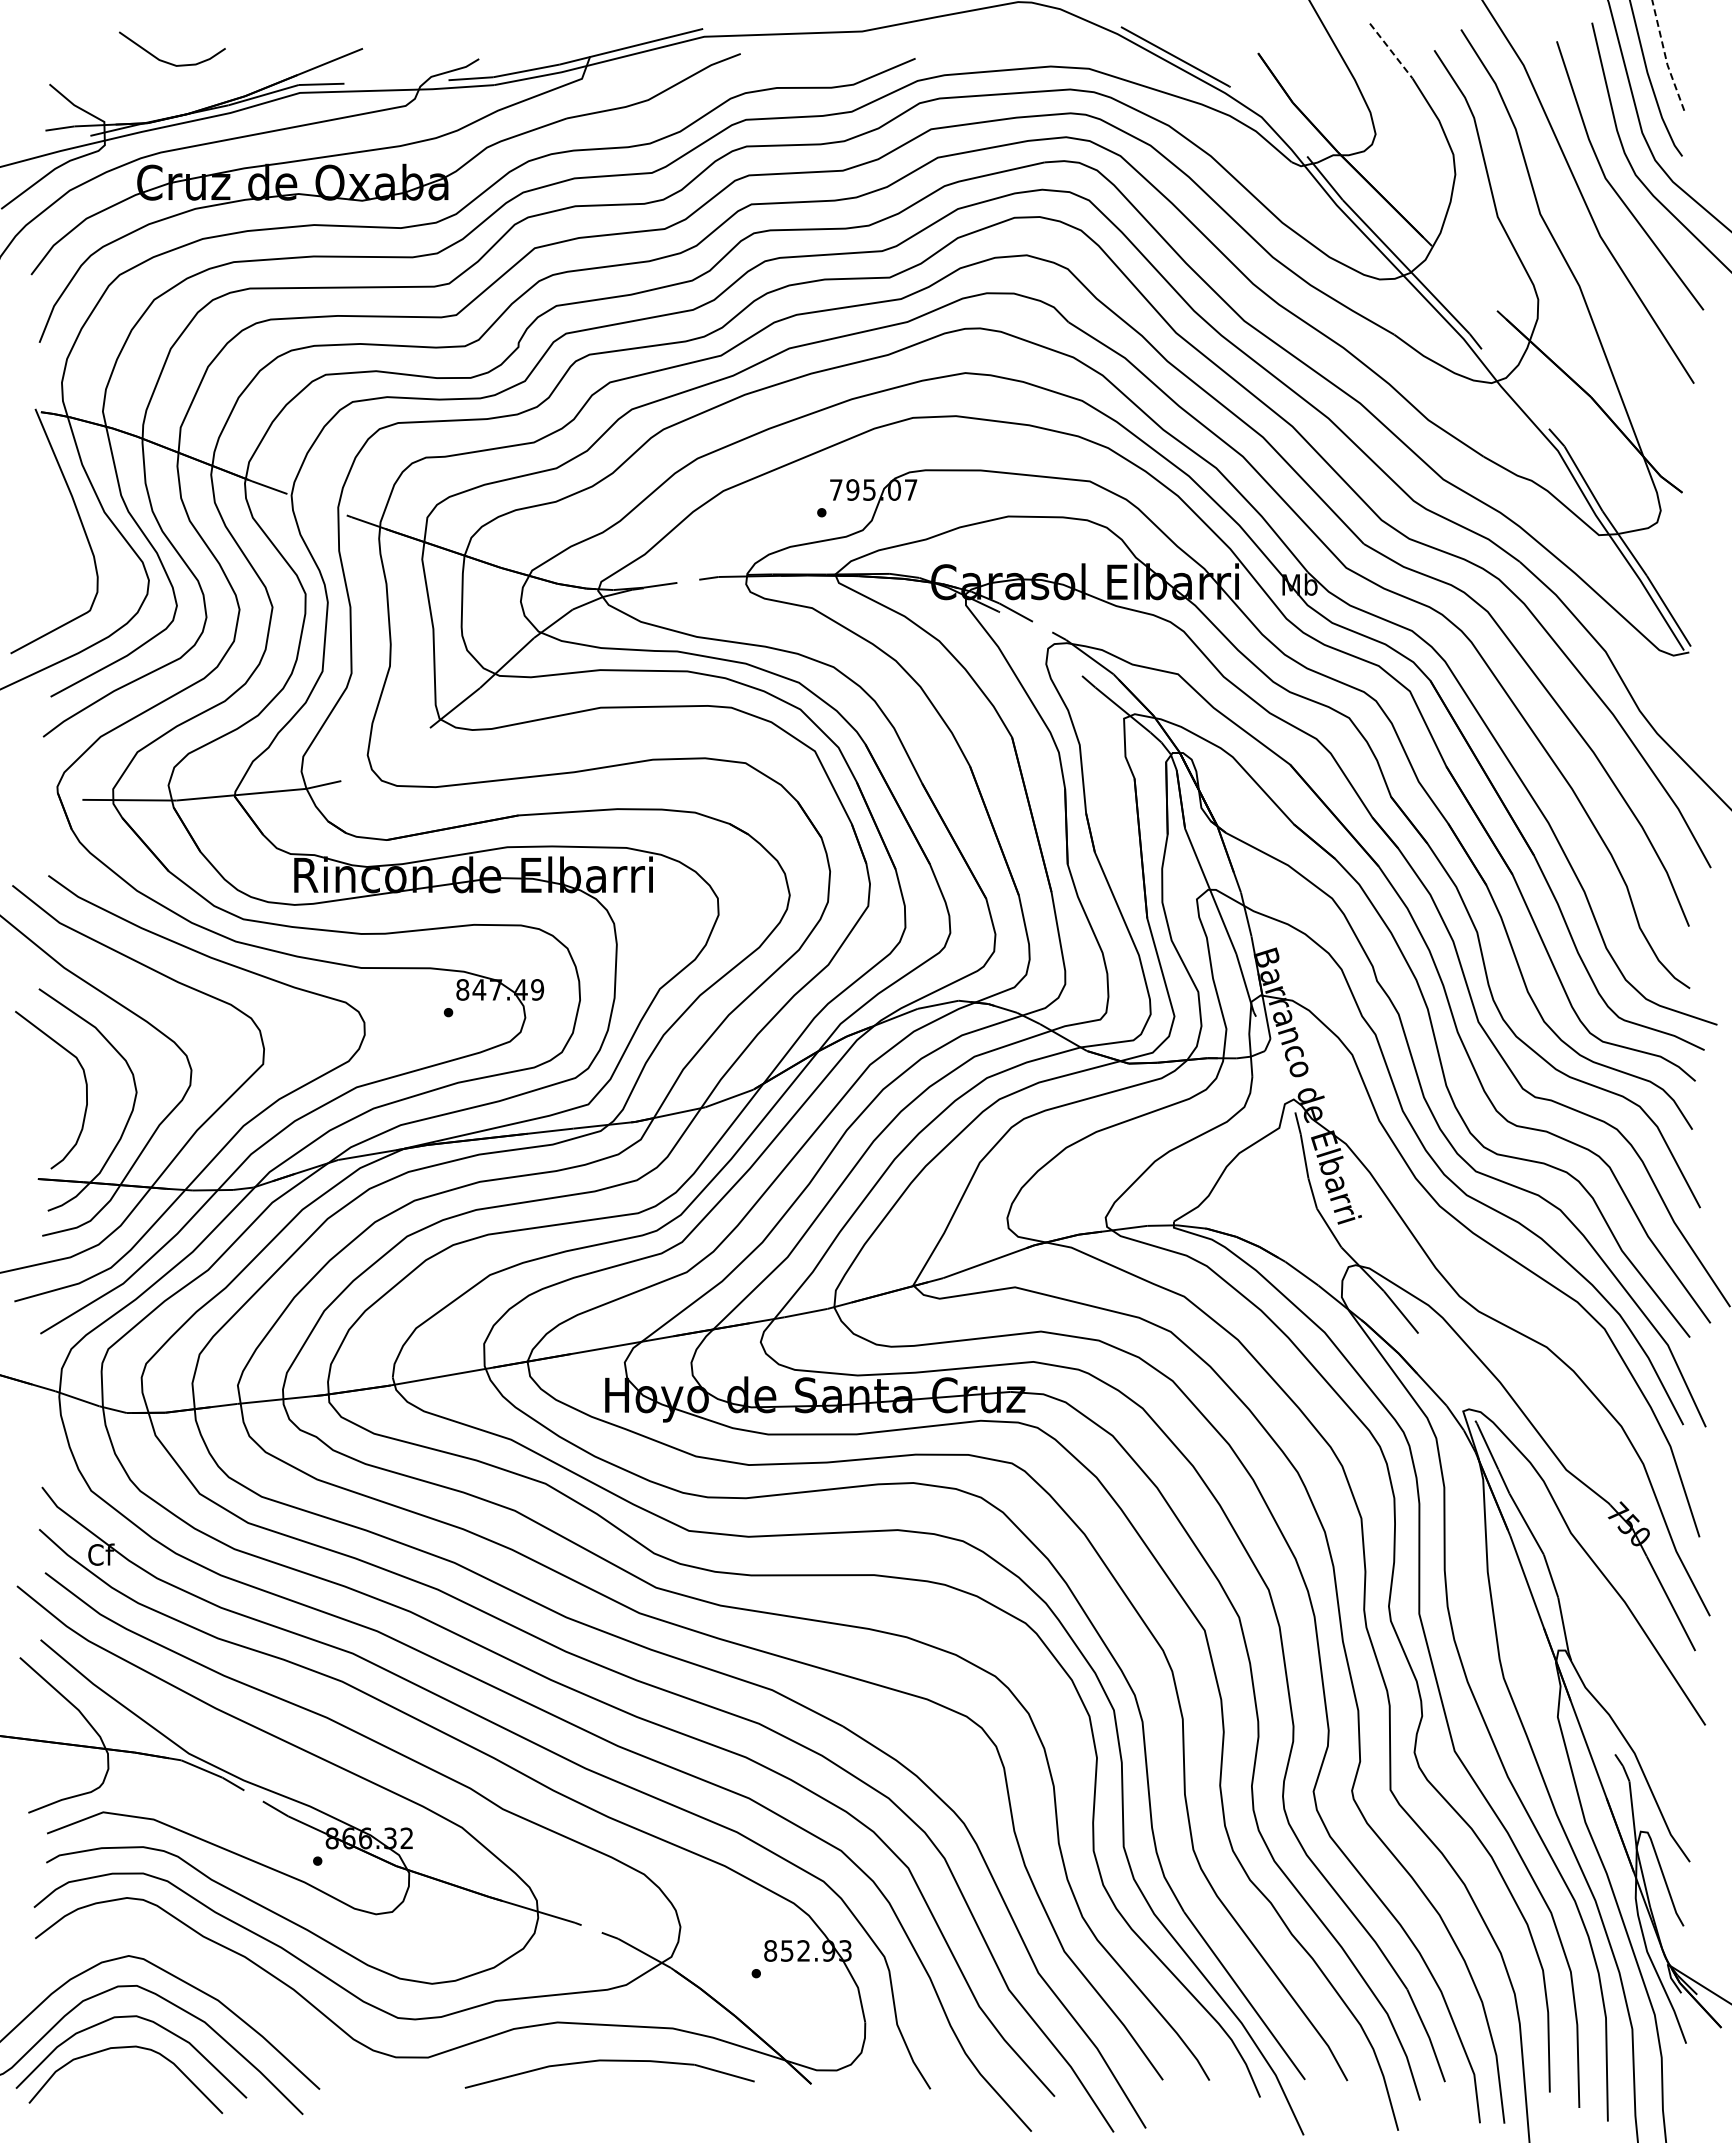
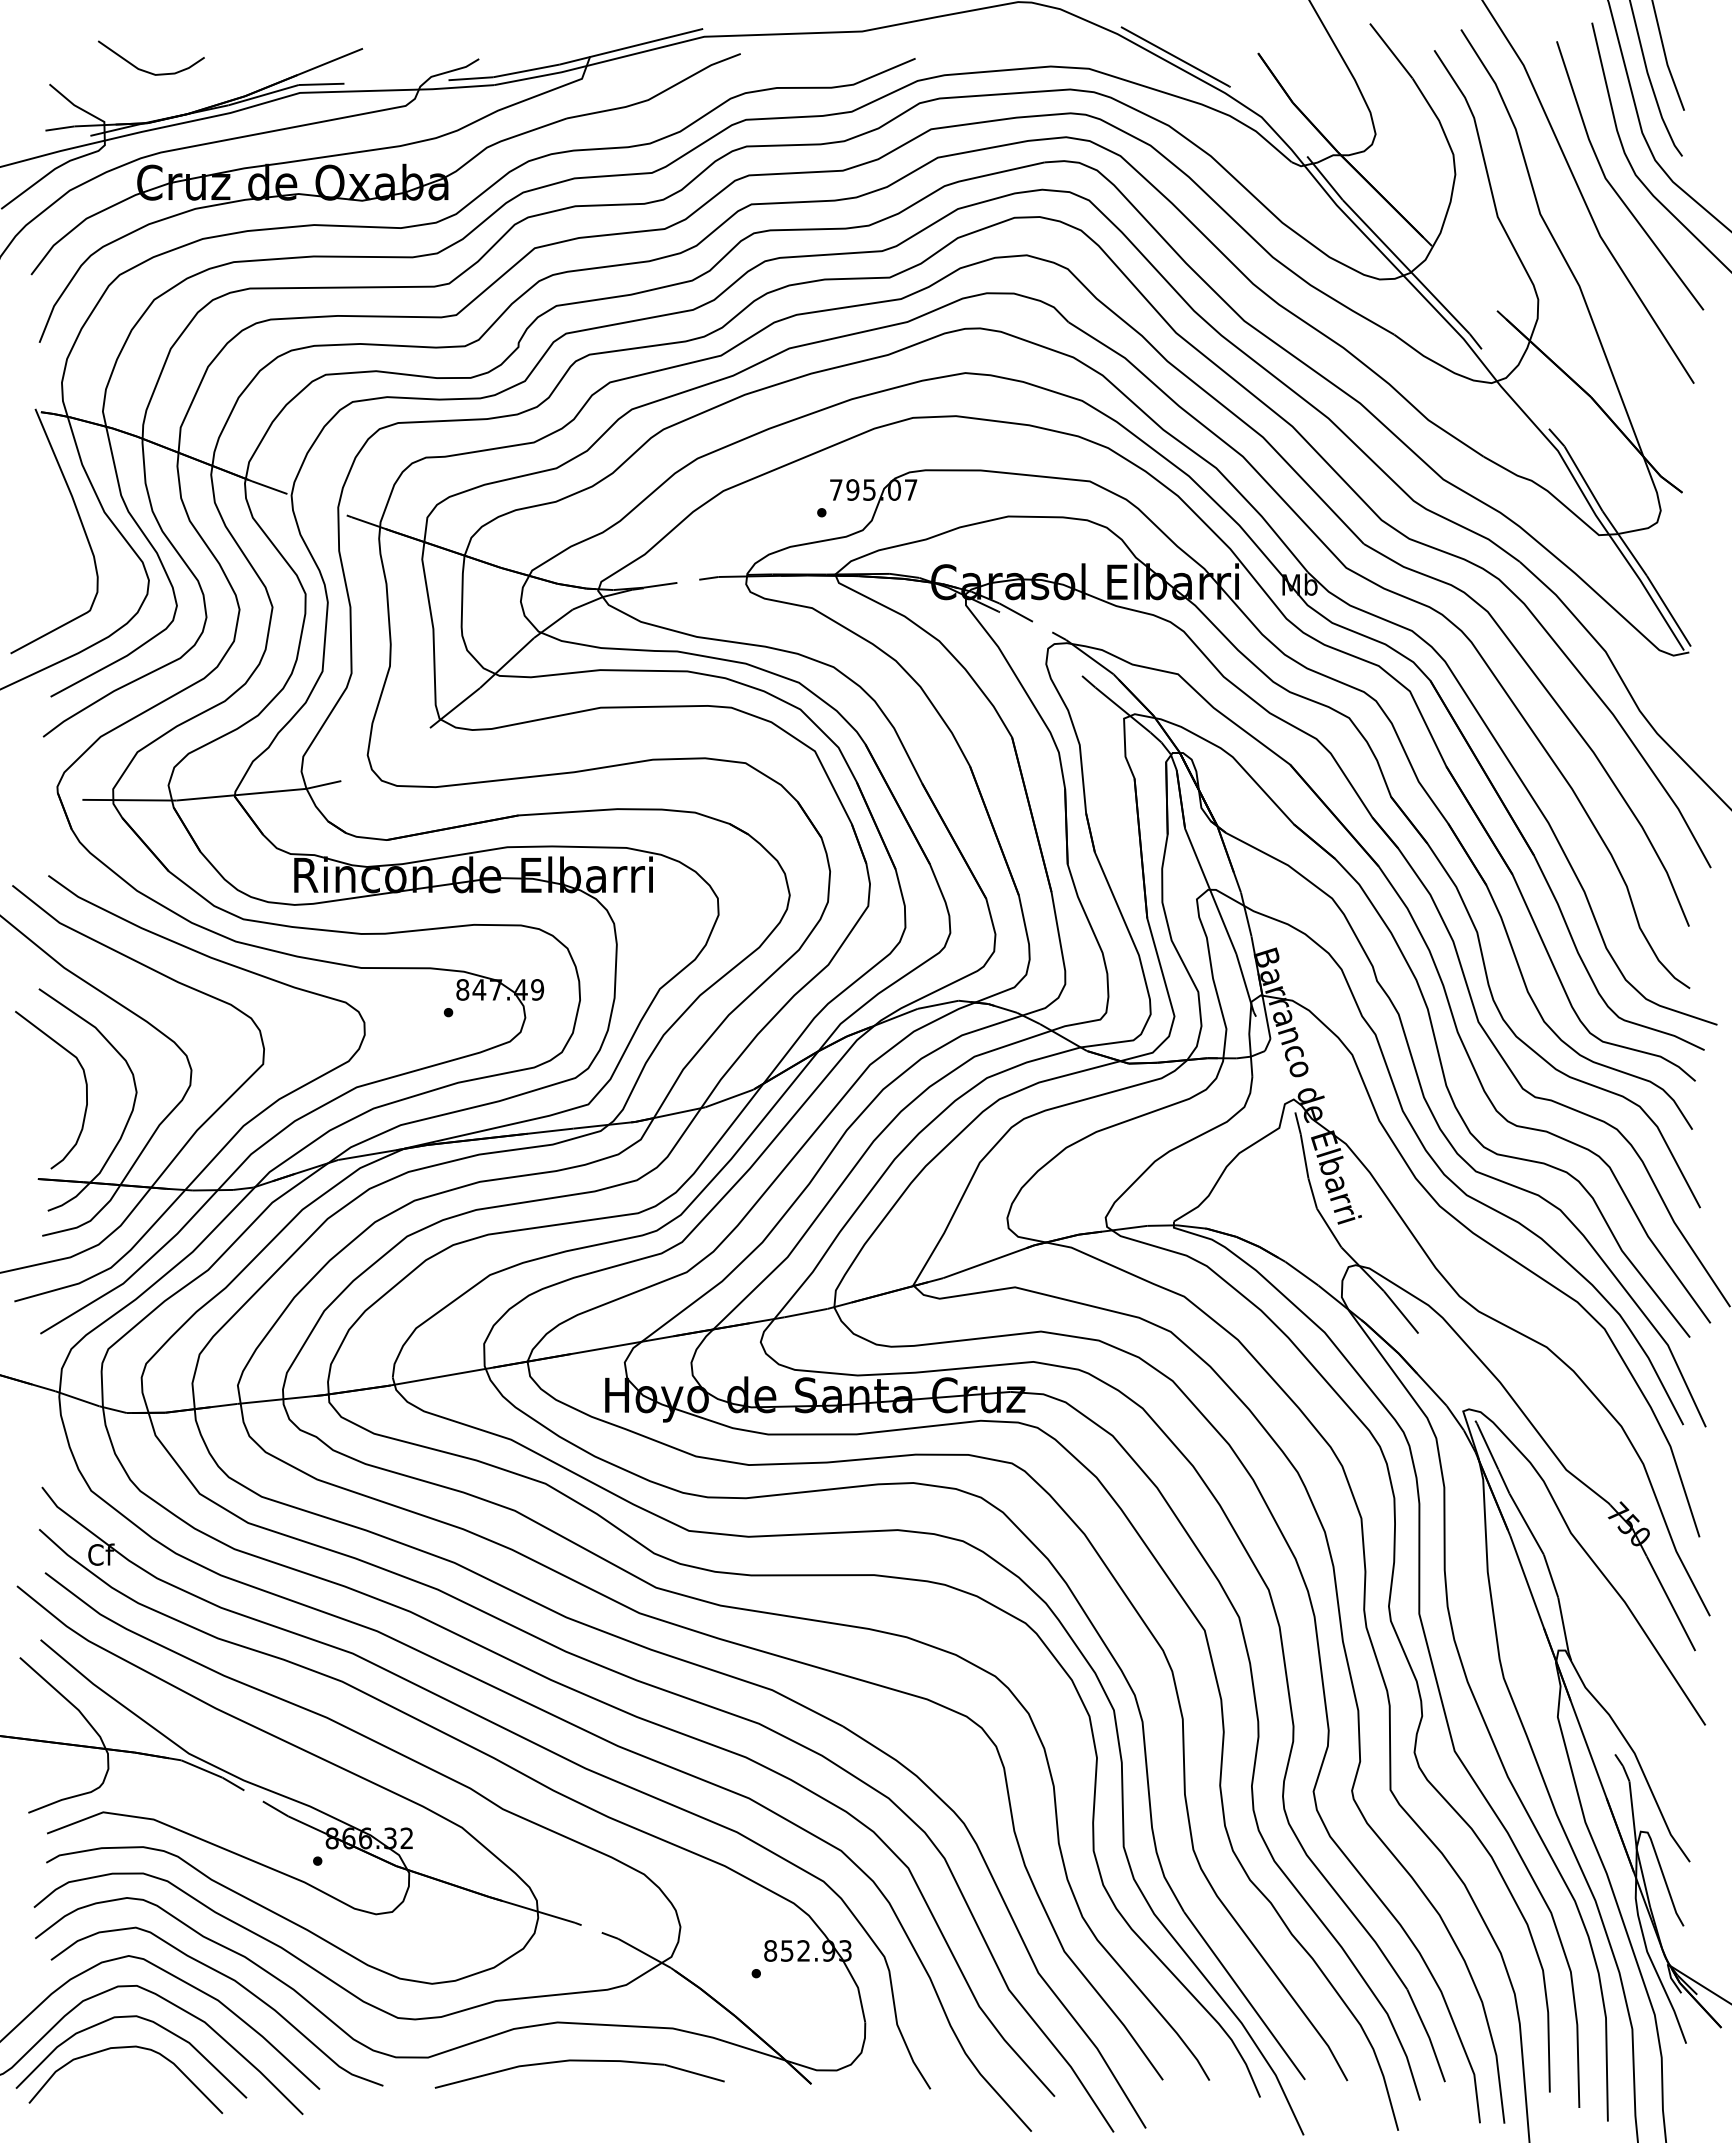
line at (1391, 51): dashed -> solid
line at (1665, 57): dashed -> solid
curve at (167, 61) position: (167, 61) -> (146, 70)
curve at (230, 1979): none -> present
part at (609, 2061) position: (609, 2061) -> (579, 2061)
